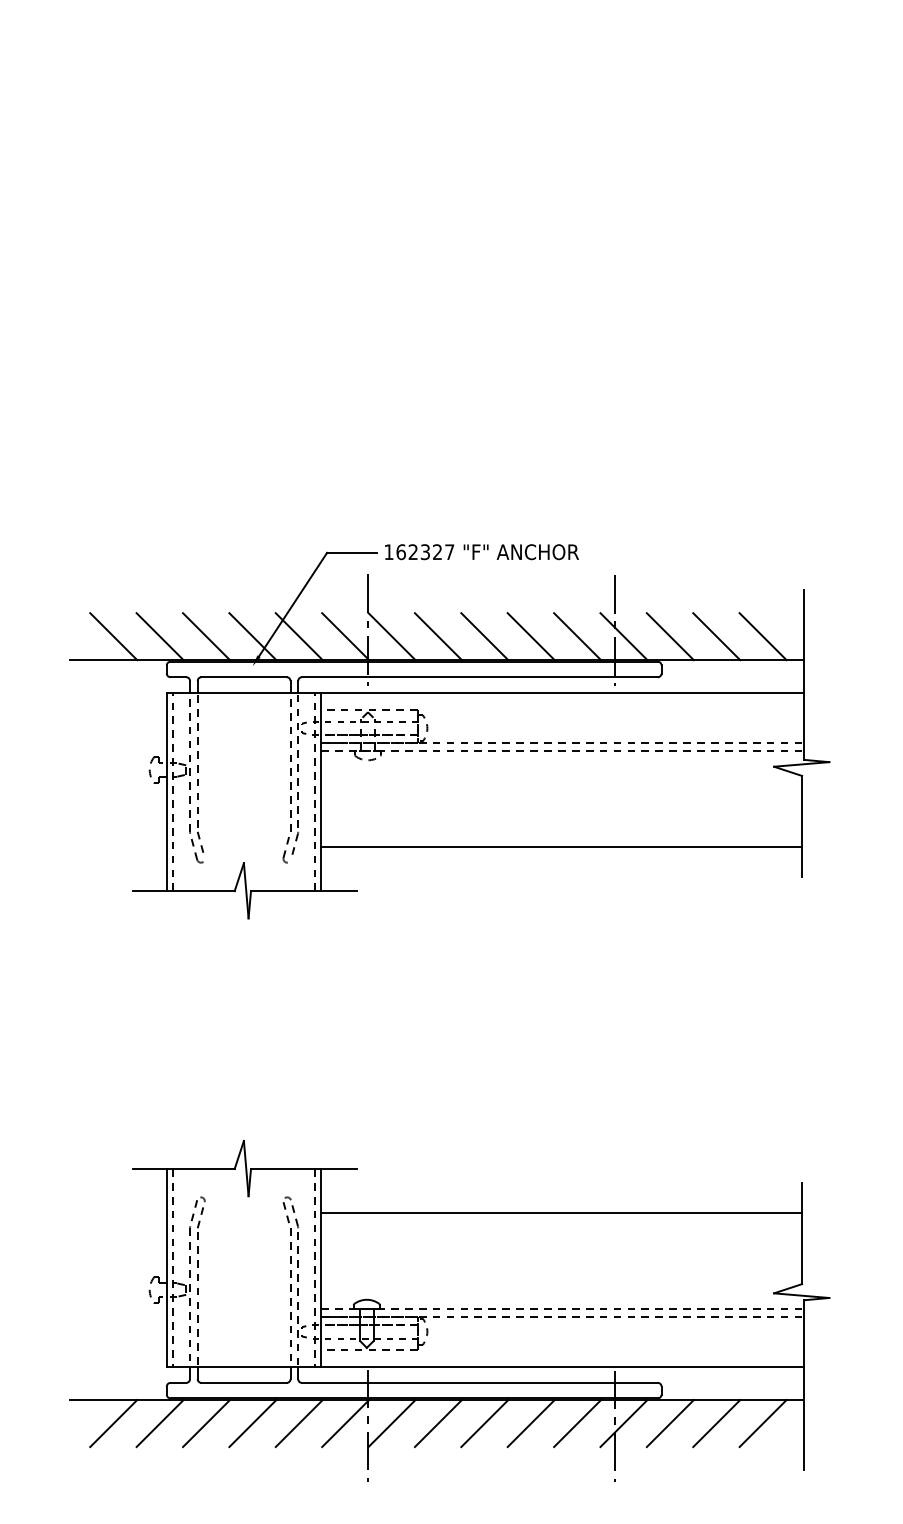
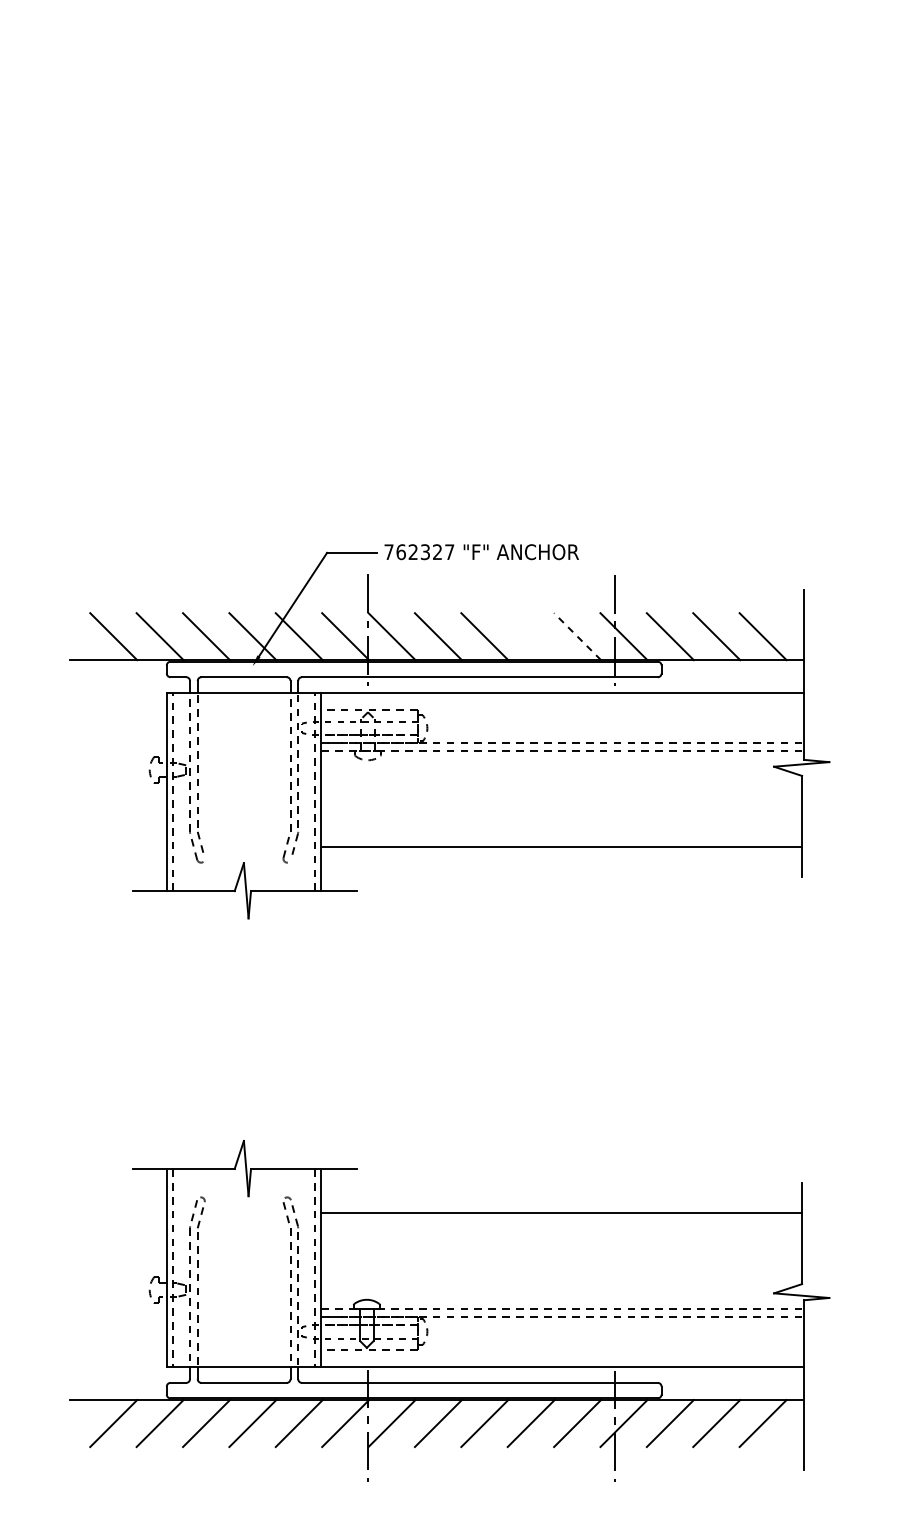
text at (388, 551): 162327 -> 762327
line at (530, 636): present -> none
line at (577, 636): solid -> dashed
